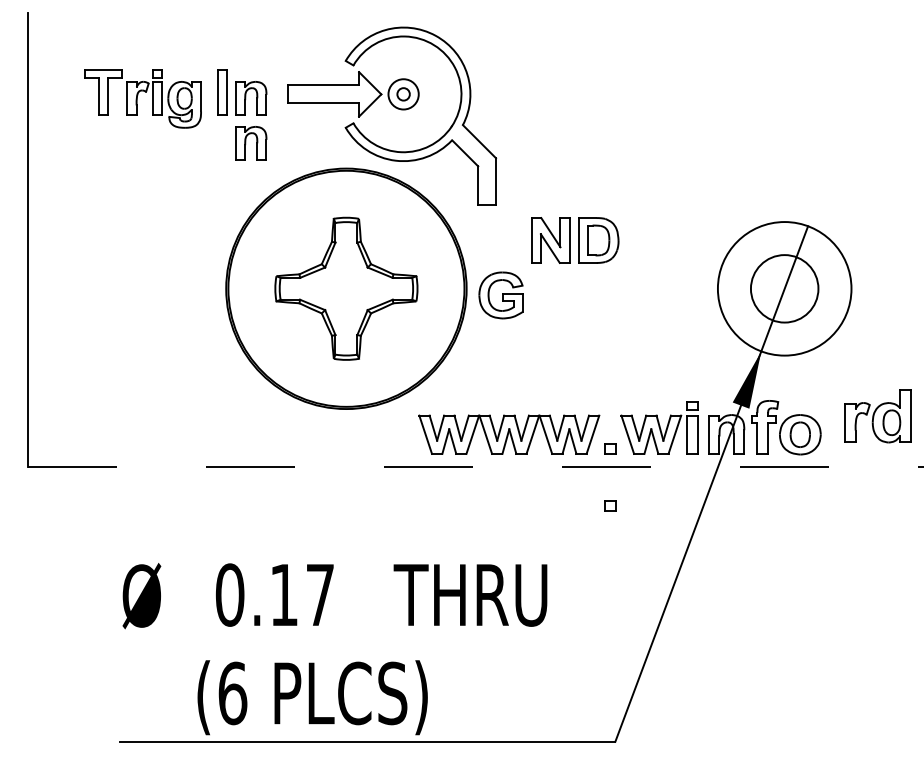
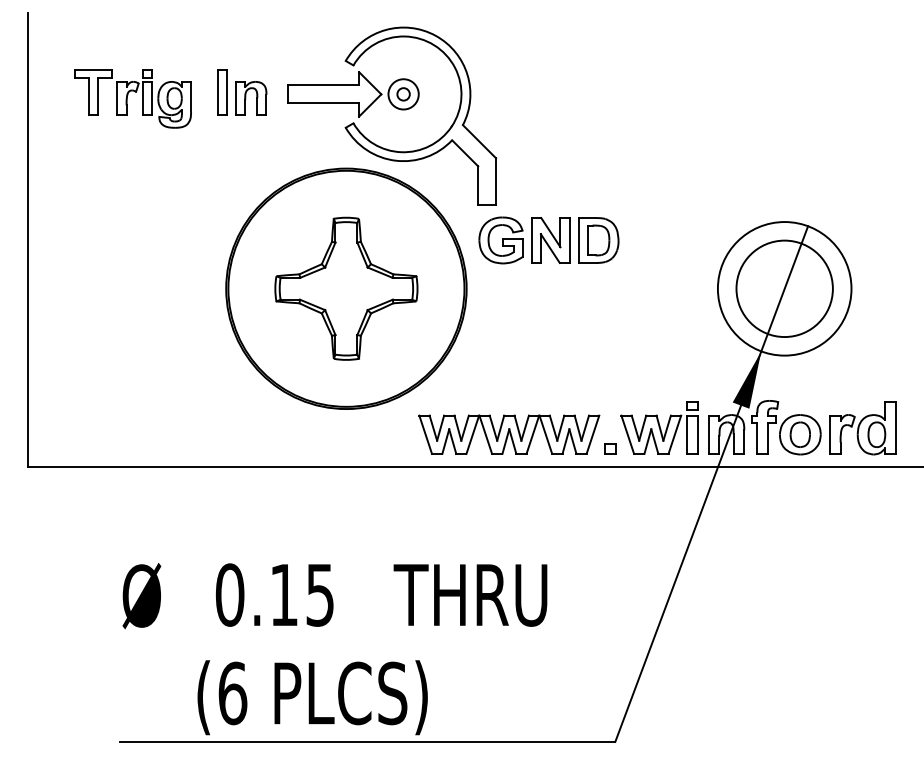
part at (142, 98) position: (142, 98) -> (132, 98)
part at (251, 143): present -> none
circle at (784, 288) diameter: 67 px -> 96 px
part at (500, 295) position: (500, 295) -> (500, 240)
part at (877, 416) position: (877, 416) -> (862, 428)
line at (475, 466): dashed -> solid
part at (610, 505): present -> none
text at (319, 595): 0.17 -> 0.15
